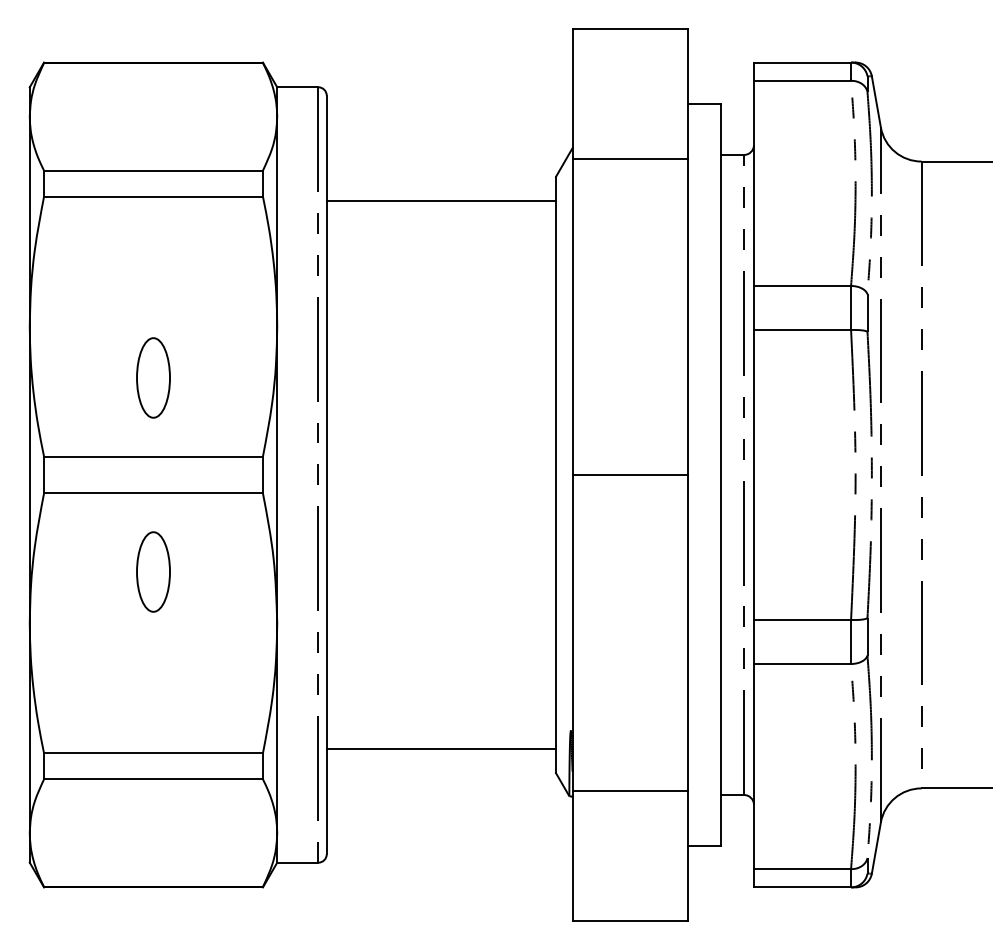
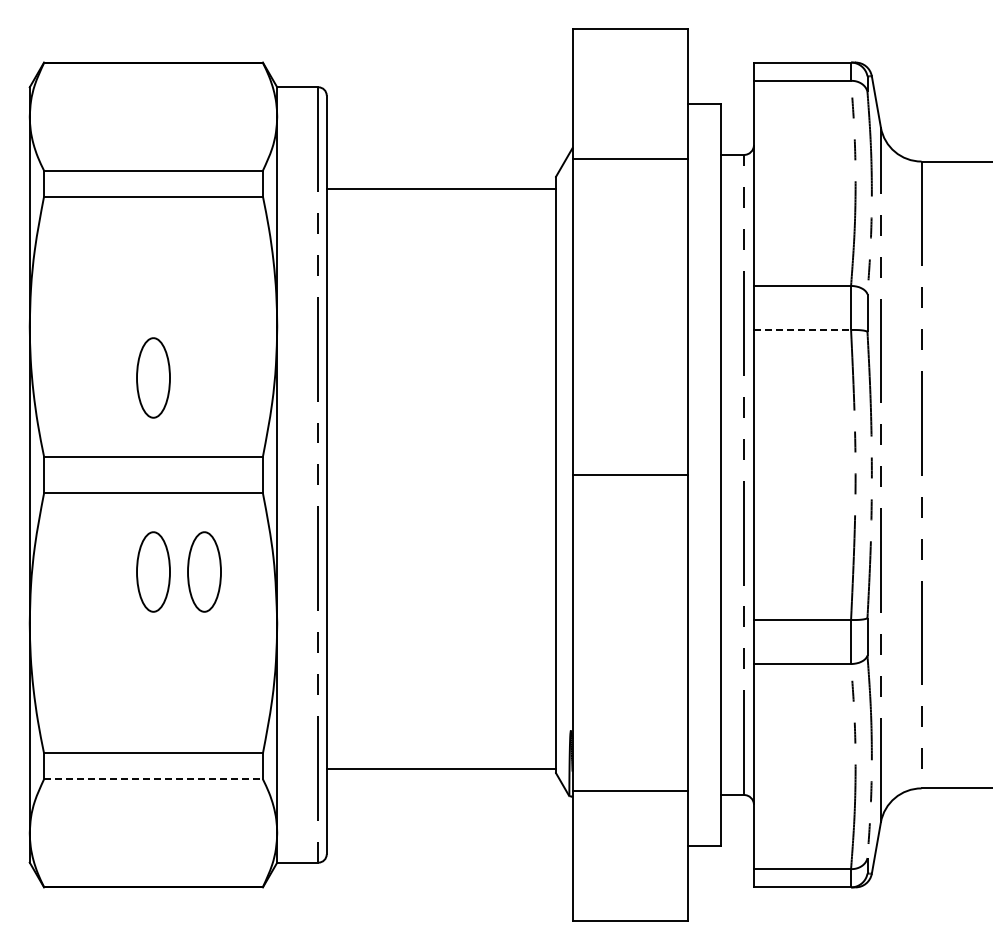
line at (441, 201) position: (441, 201) -> (441, 189)
line at (802, 330): solid -> dashed
part at (204, 571): none -> present
line at (441, 748) position: (441, 748) -> (441, 768)
line at (154, 779): solid -> dashed
